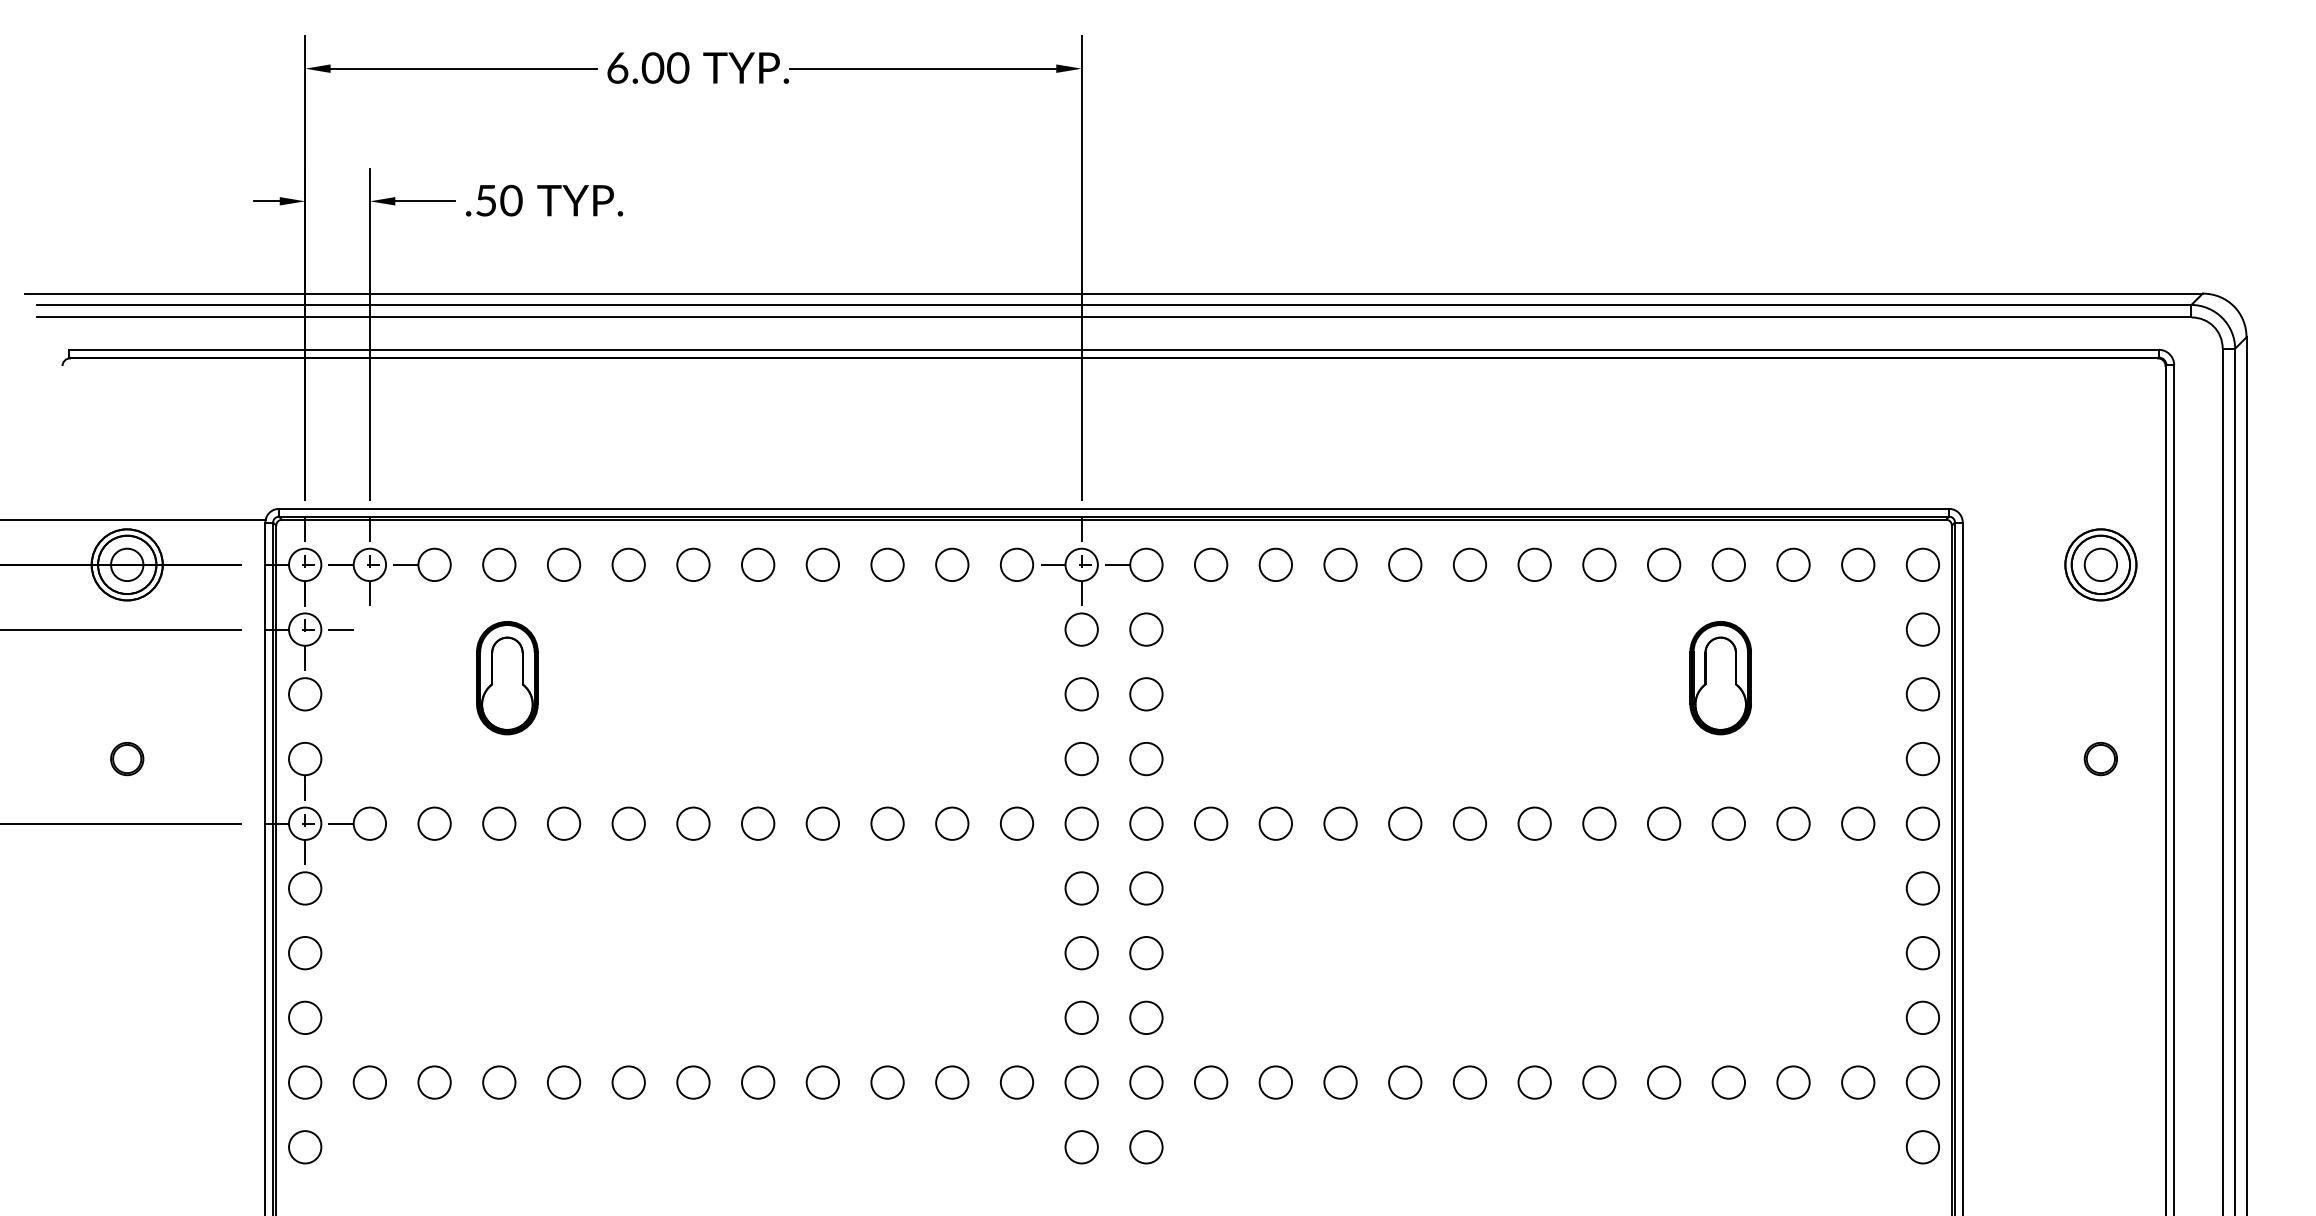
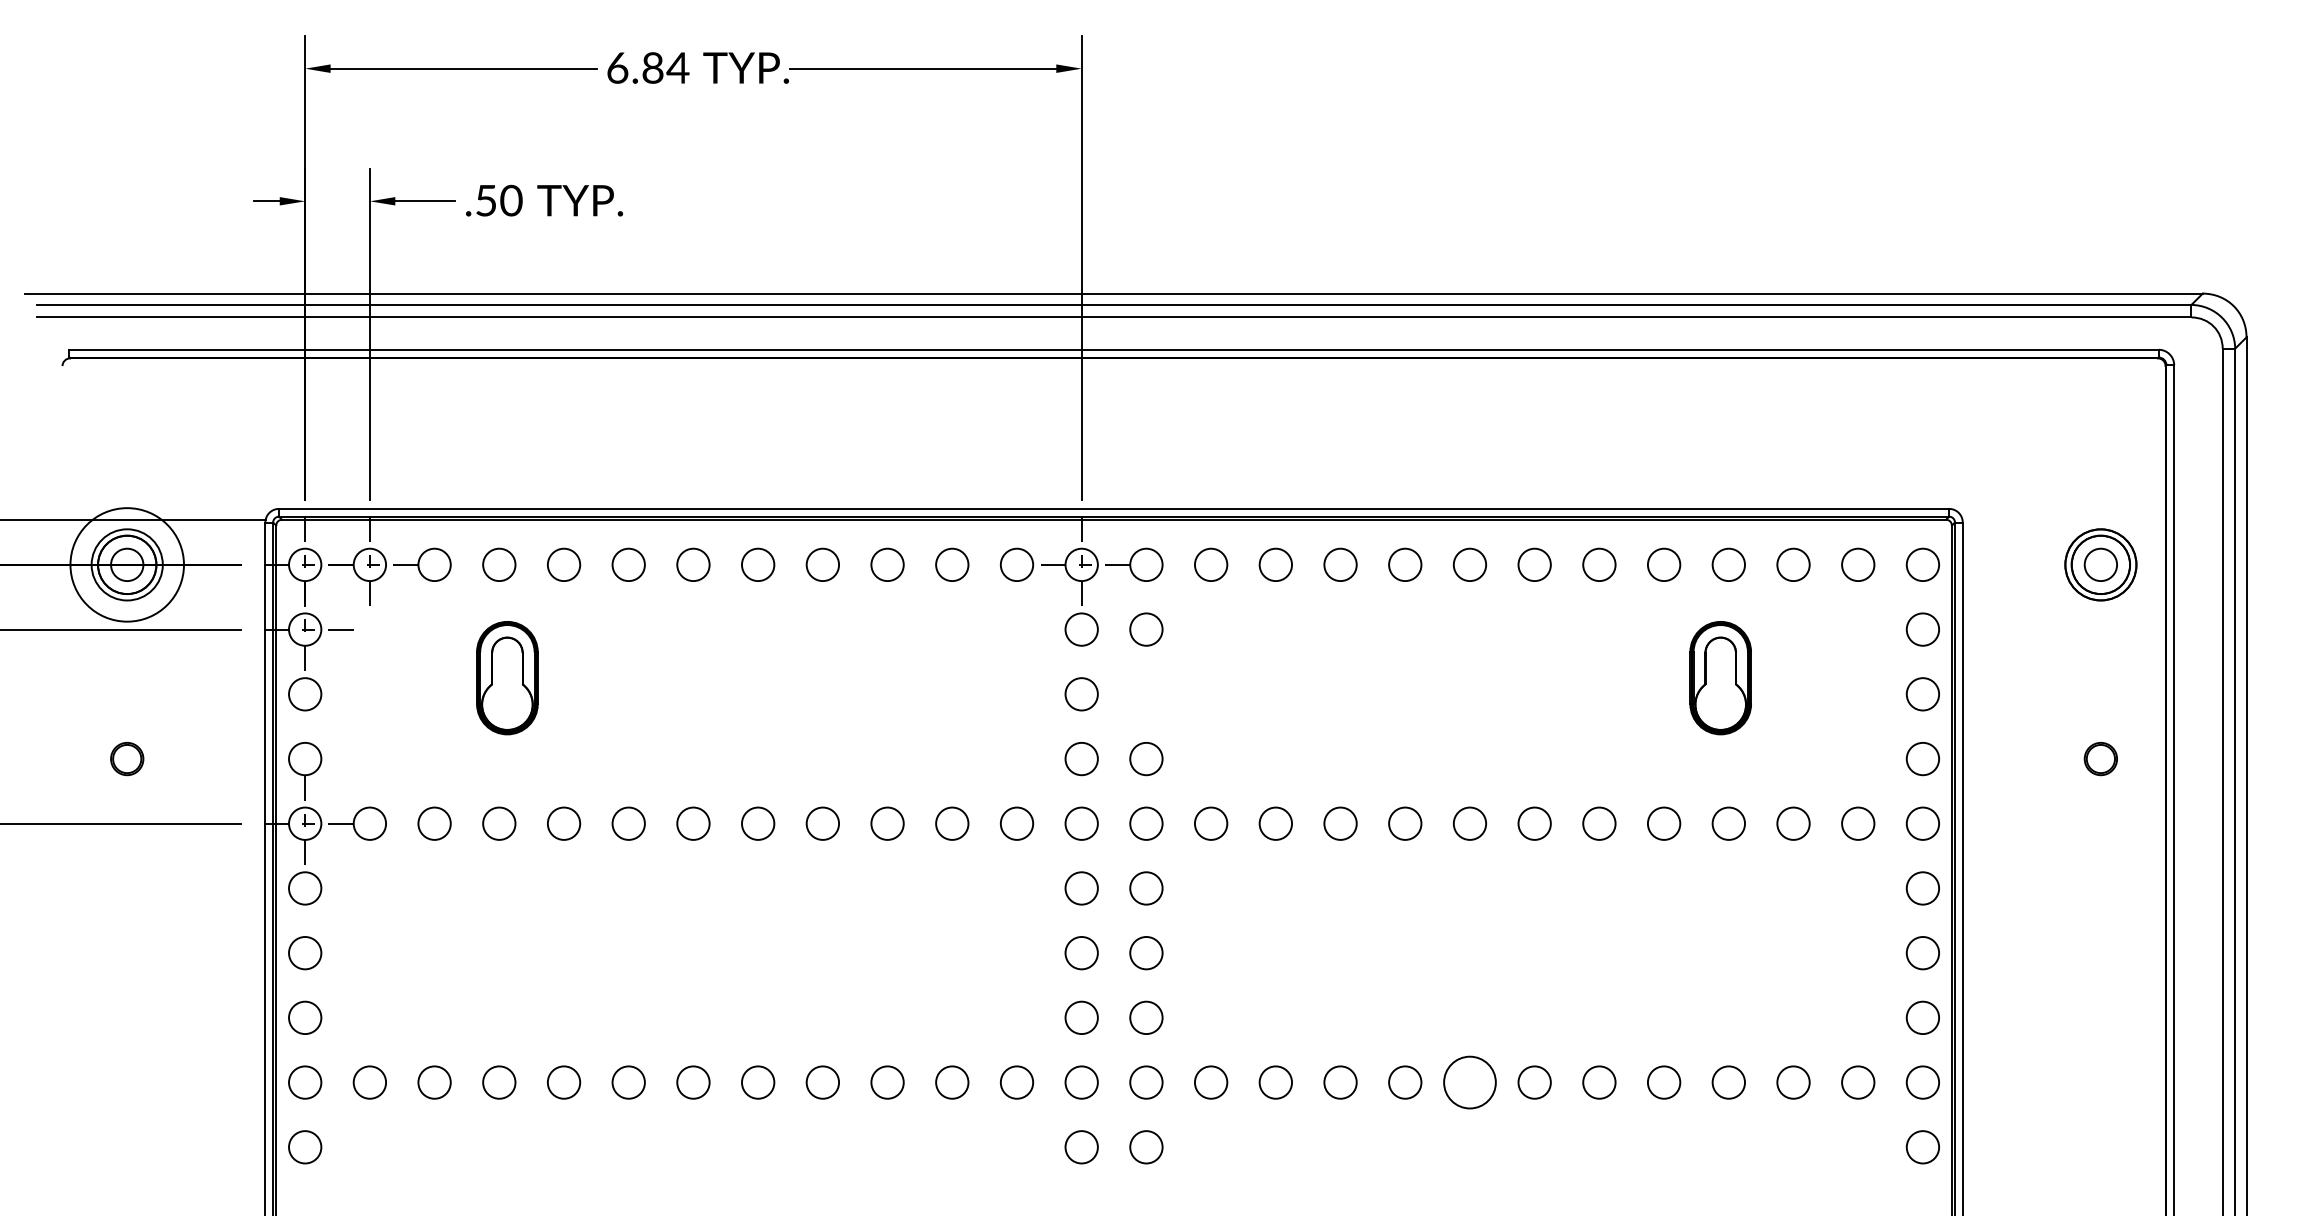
text at (665, 67): 6.00 -> 6.84
circle at (126, 564) diameter: 71 px -> 114 px
circle at (1146, 694): present -> none
circle at (1469, 1082) diameter: 32 px -> 52 px
